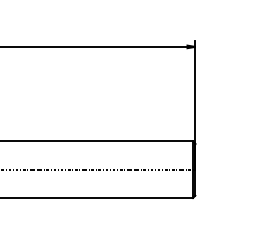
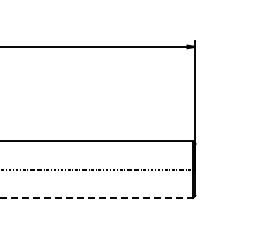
line at (97, 198): solid -> dashed
